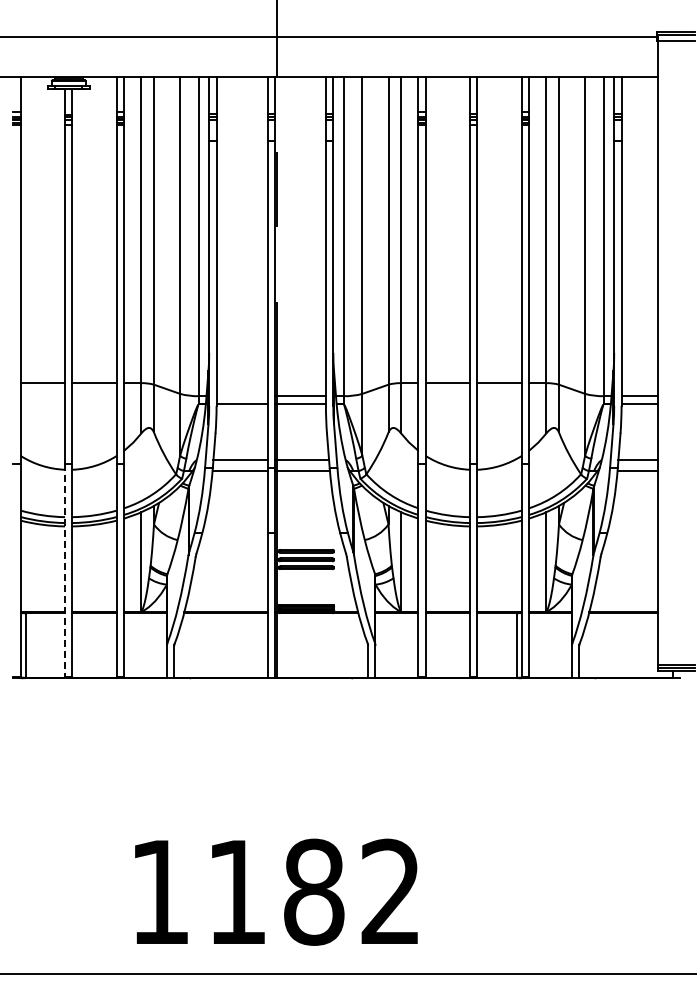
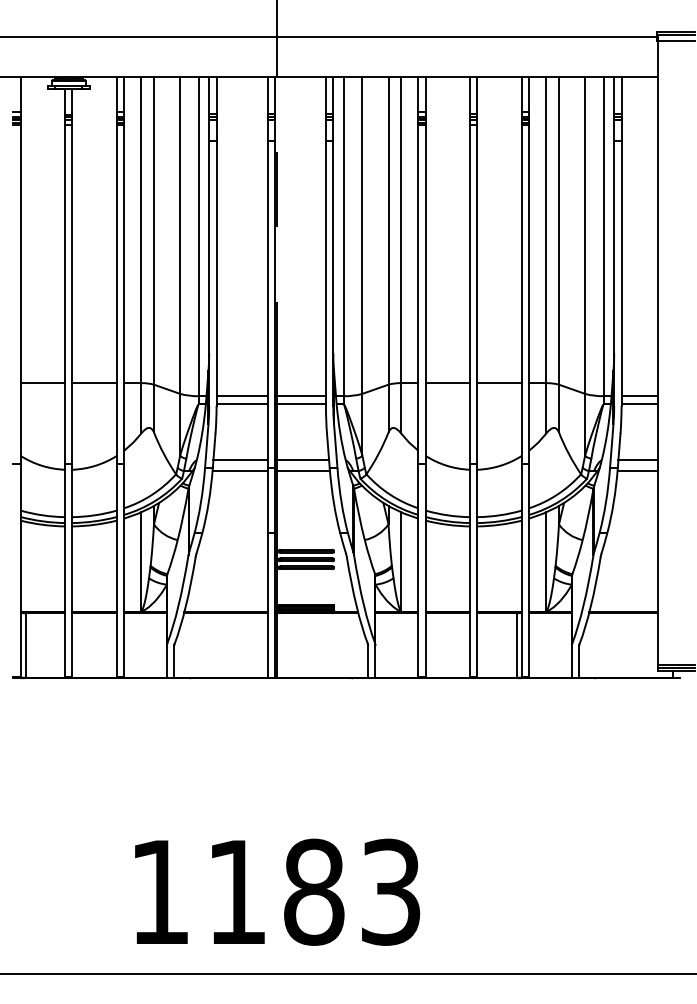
line at (241, 396): none -> present
line at (65, 570): dashed -> solid
text at (390, 891): 1182 -> 1183
